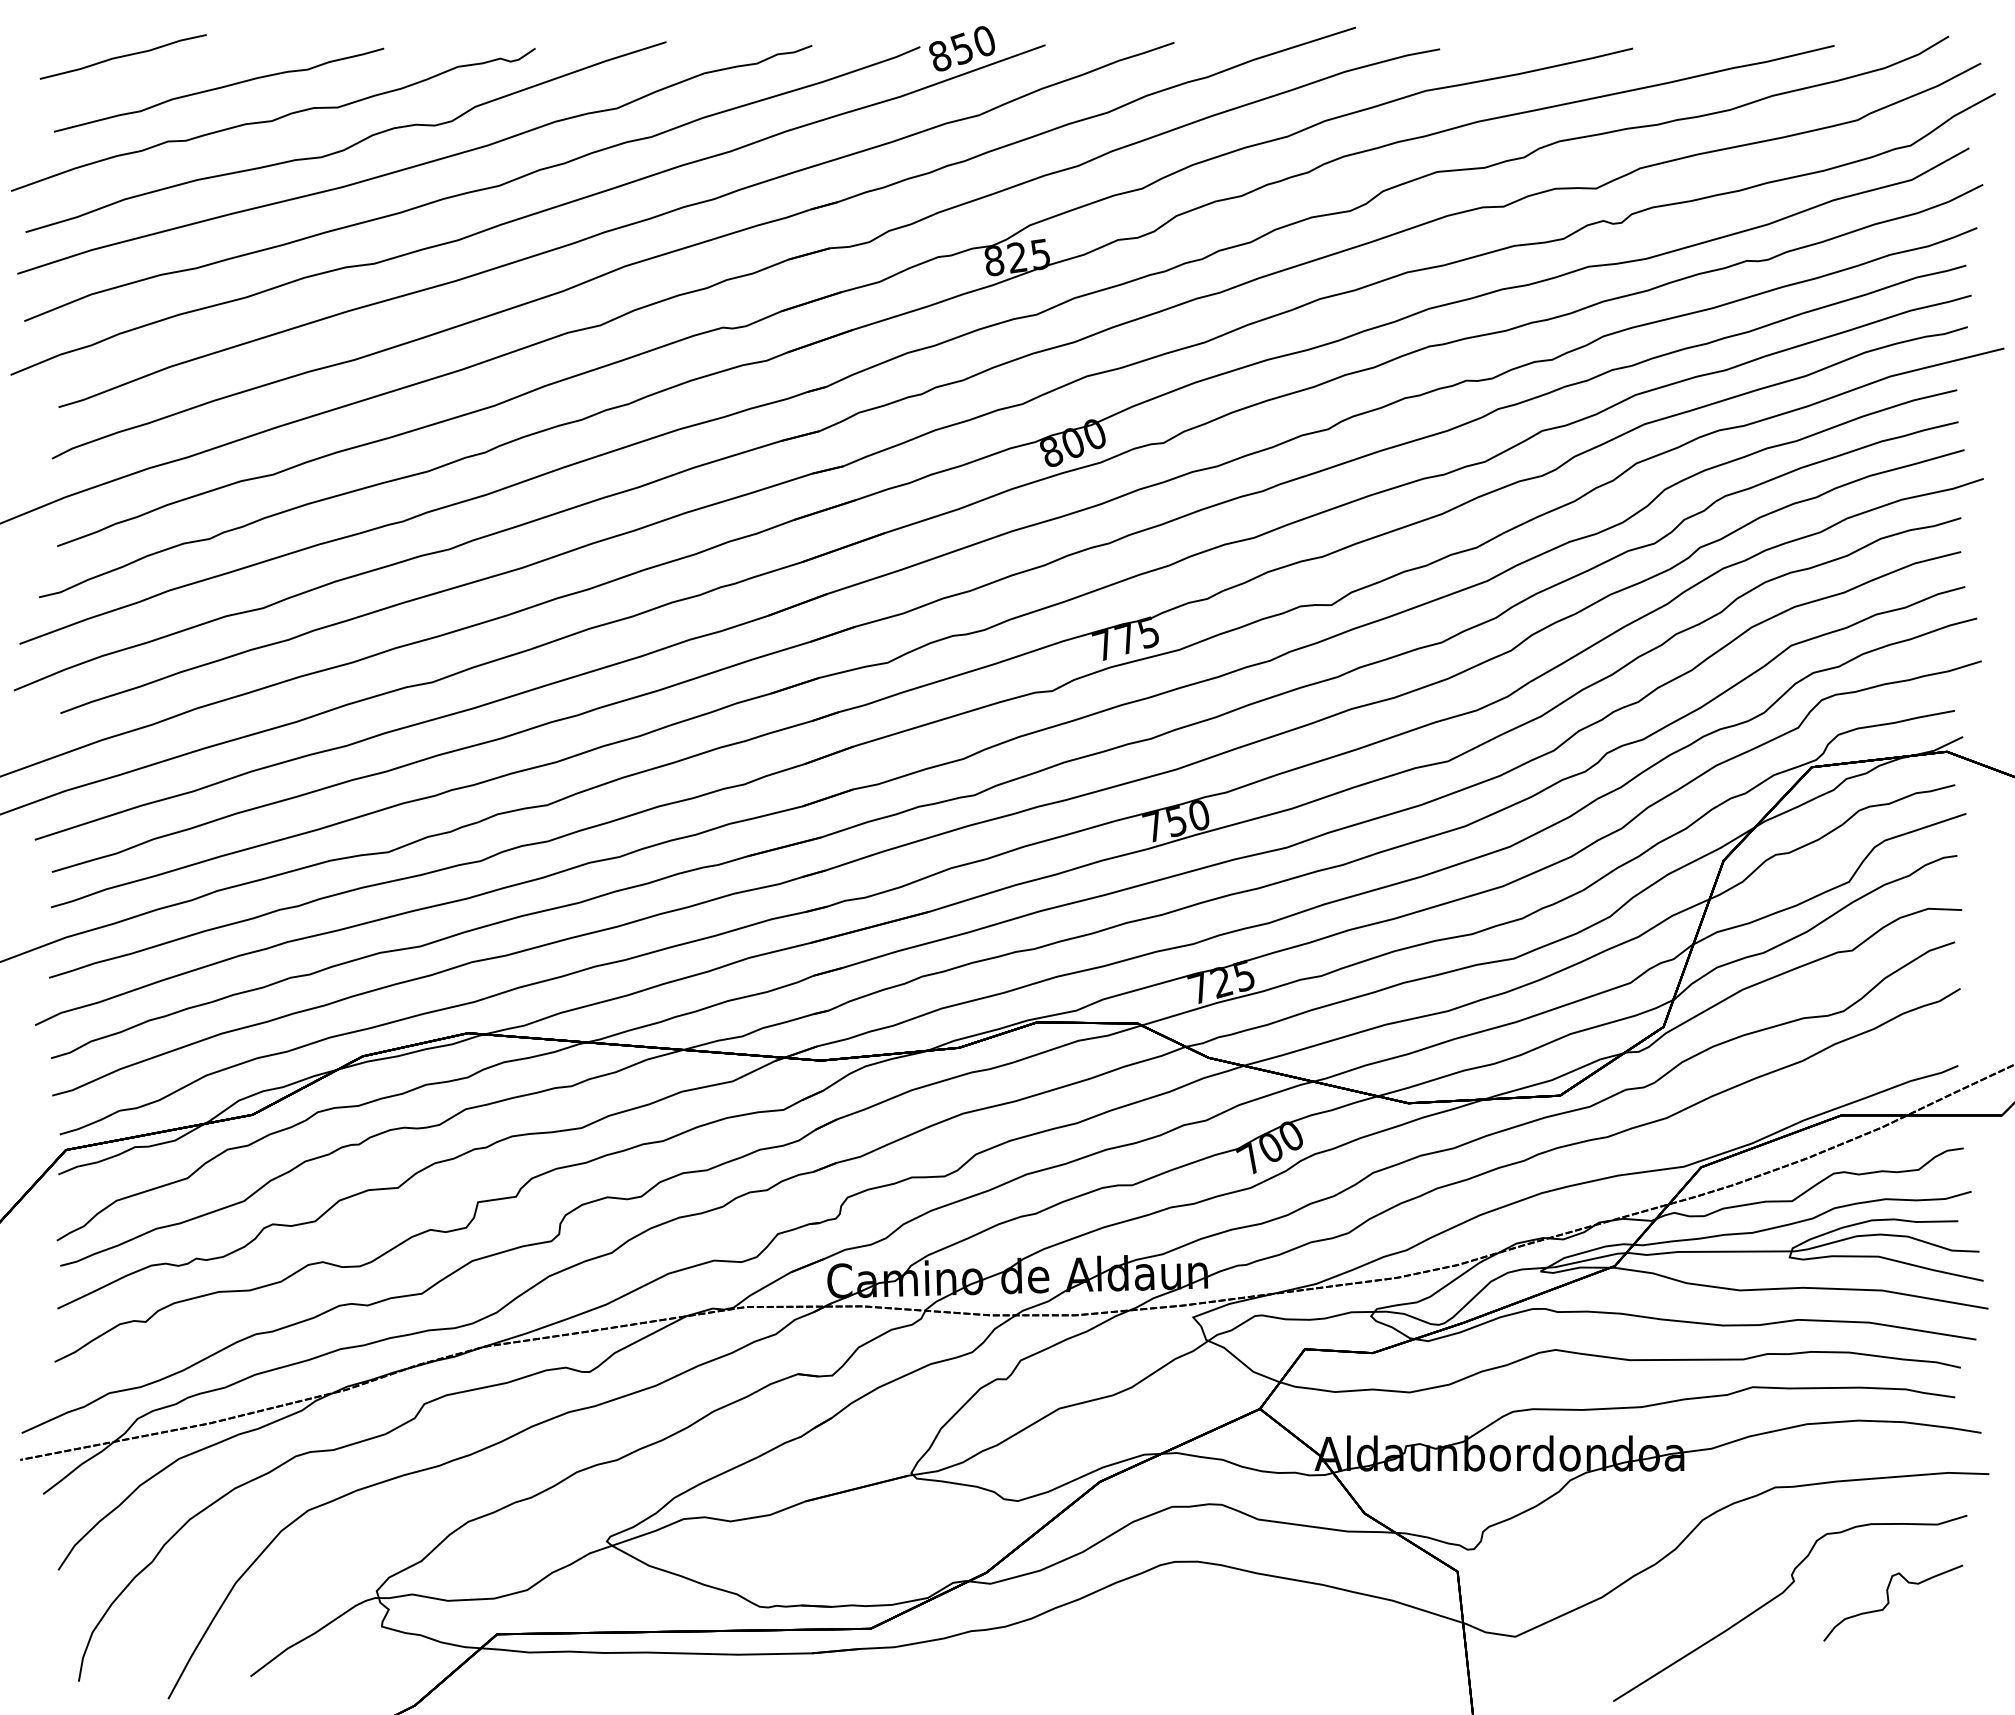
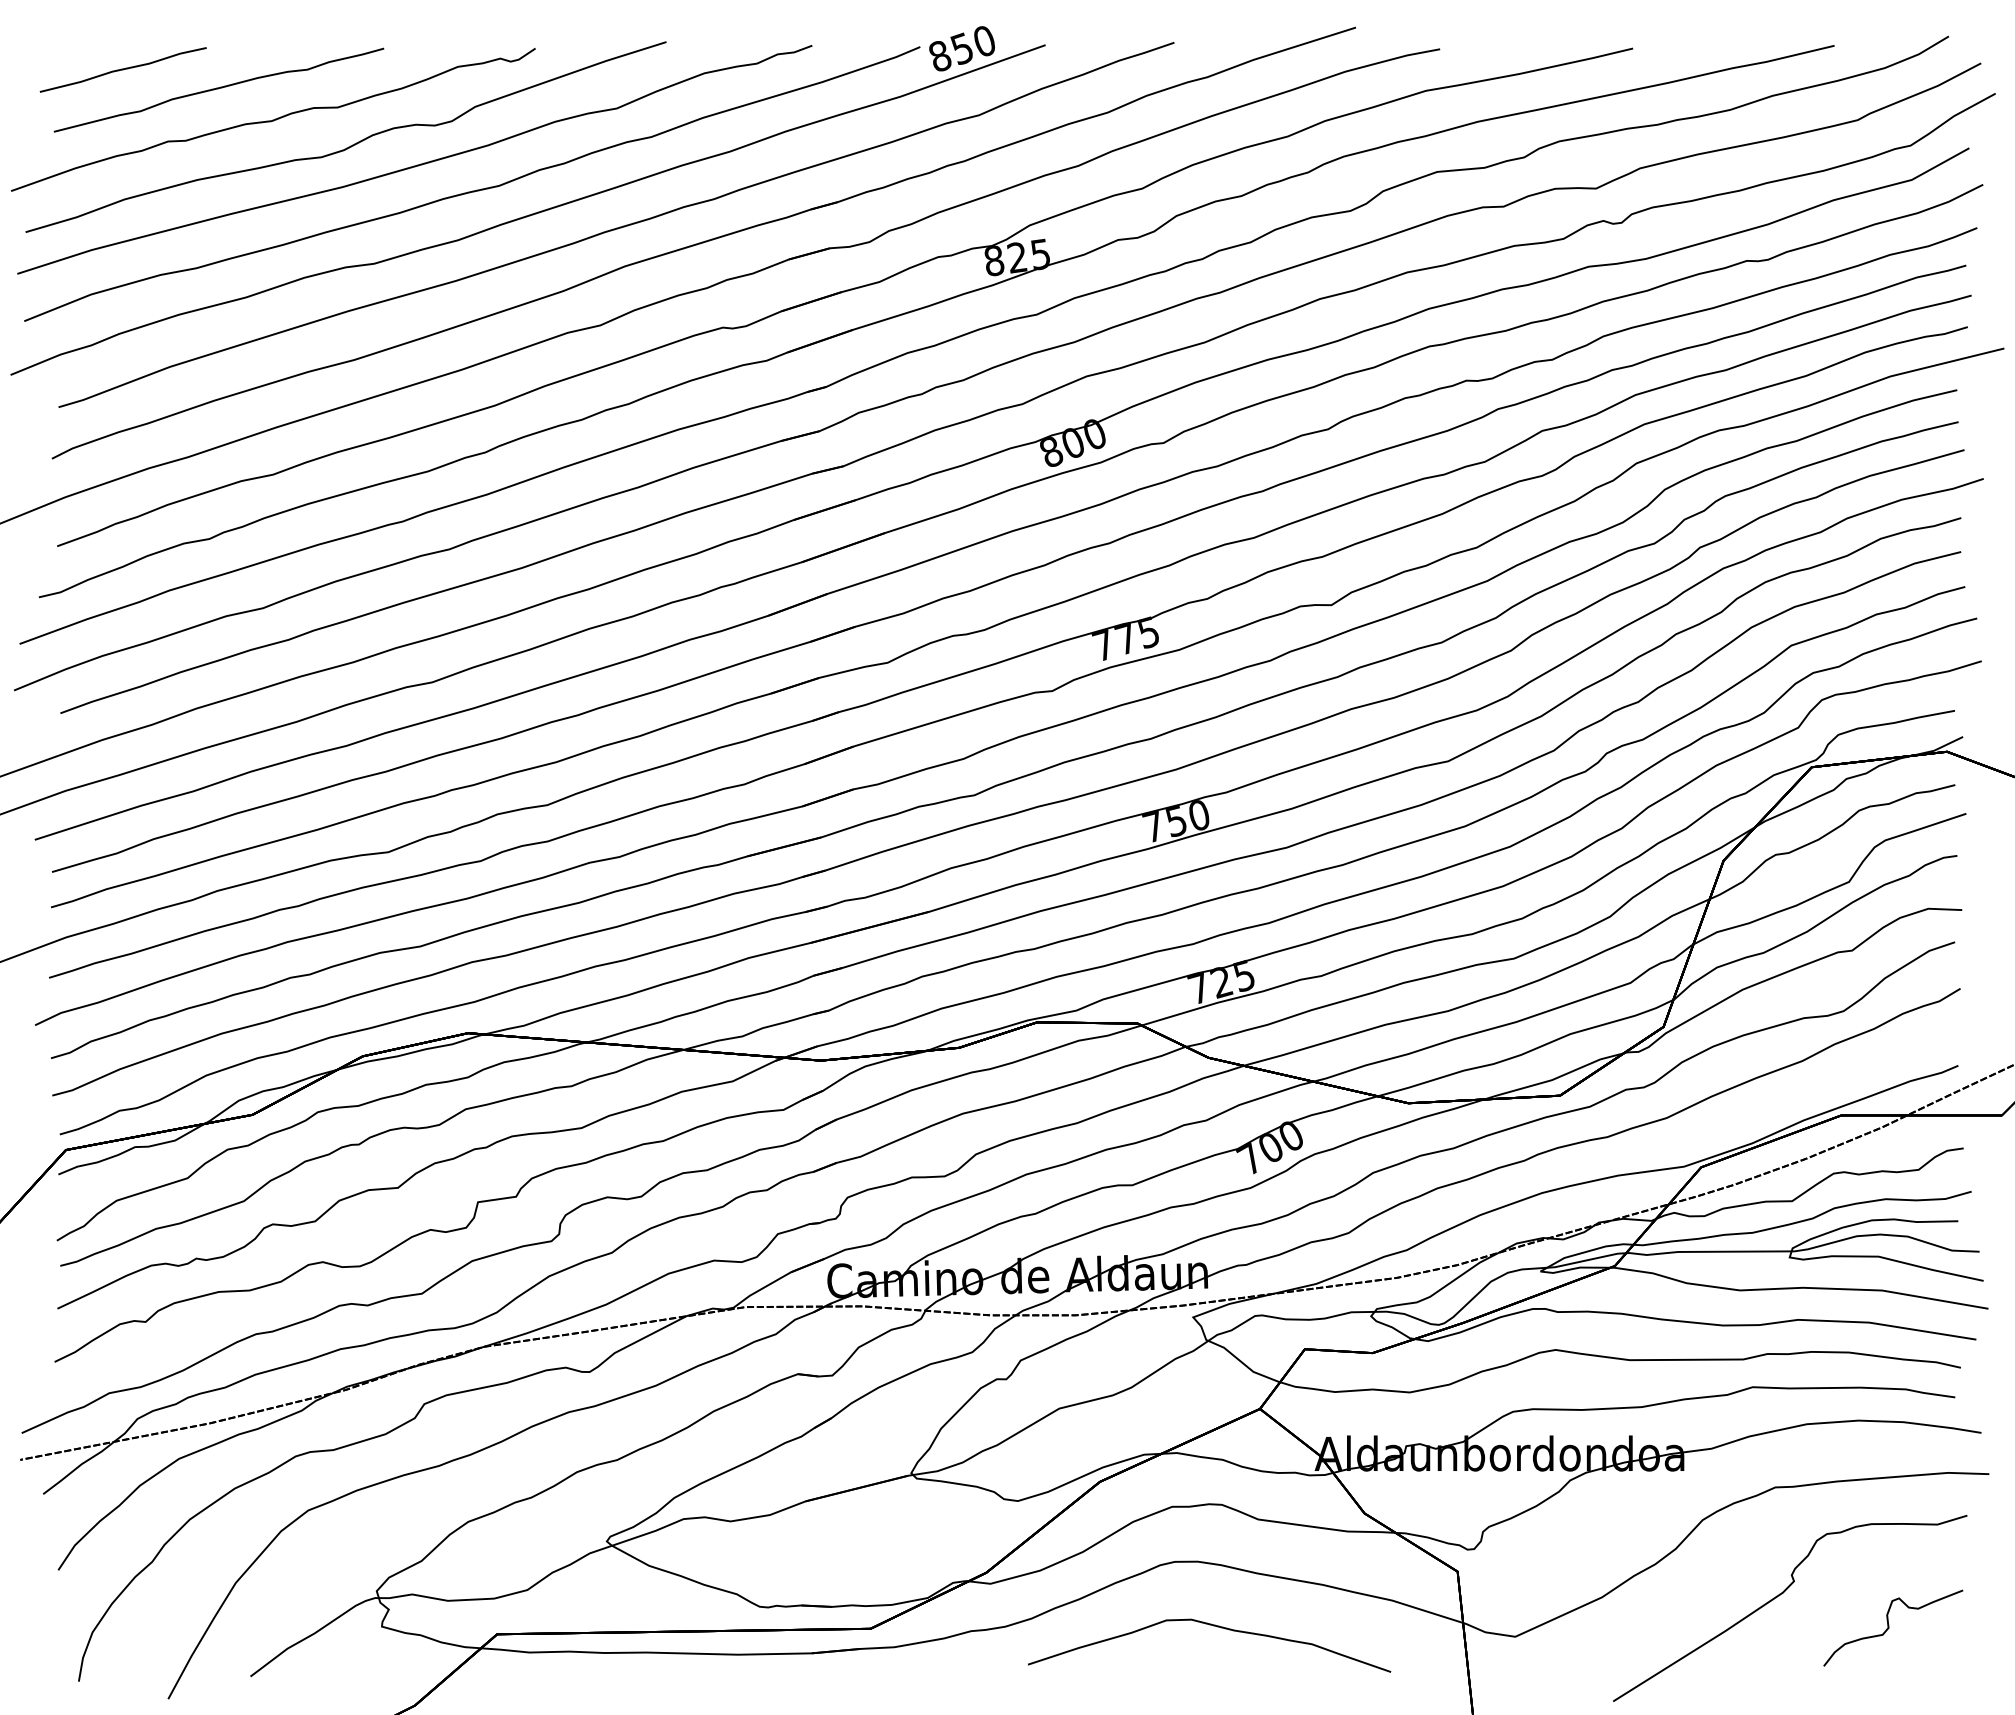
curve at (122, 56) position: (122, 56) -> (122, 69)
curve at (1889, 1602) position: (1889, 1602) -> (1889, 1627)
curve at (1213, 1626): none -> present
